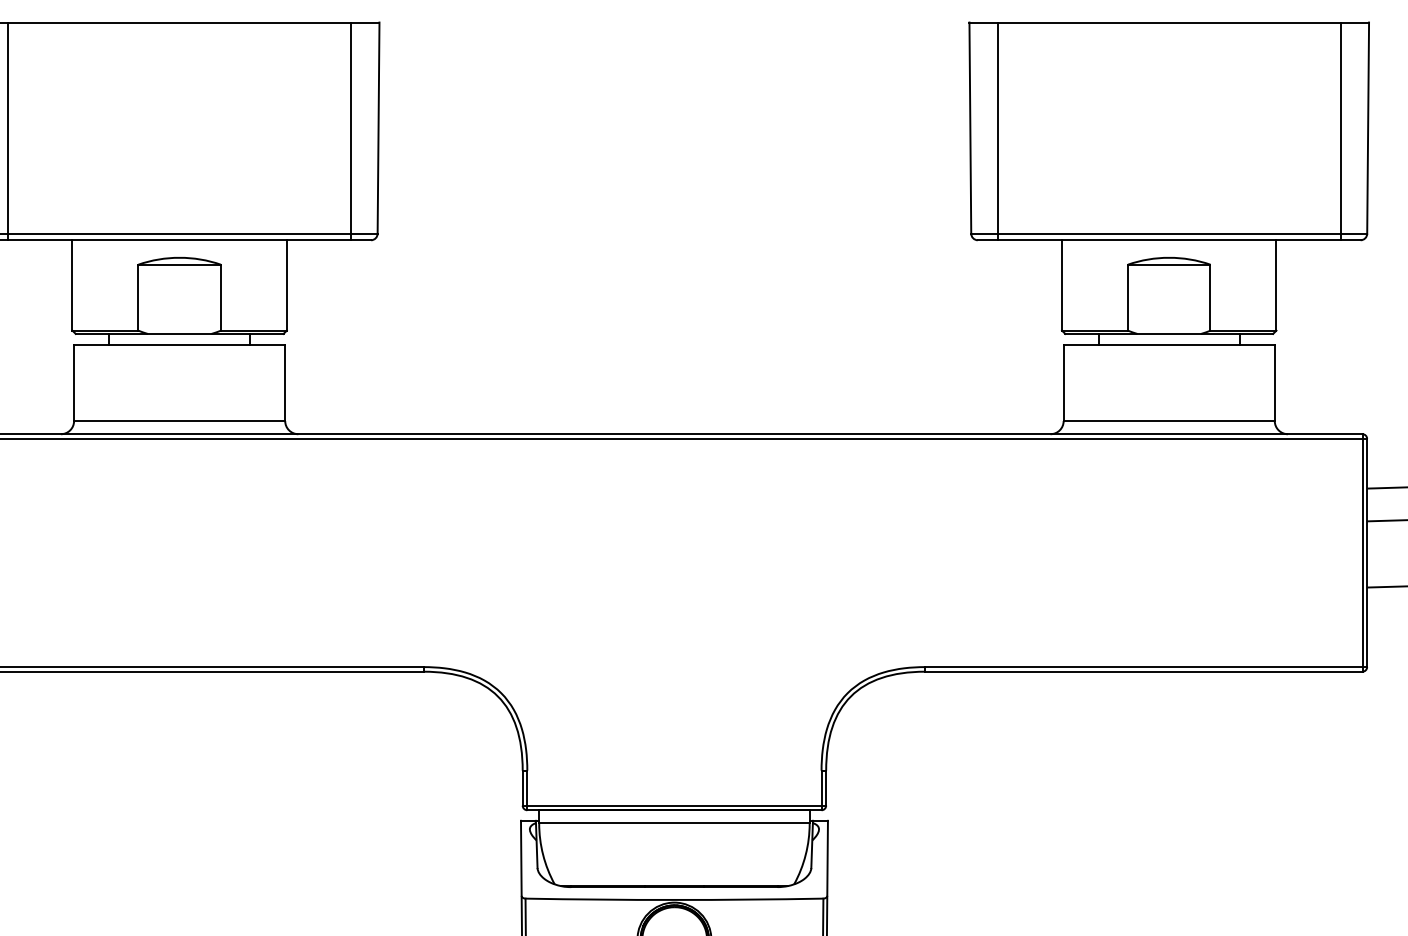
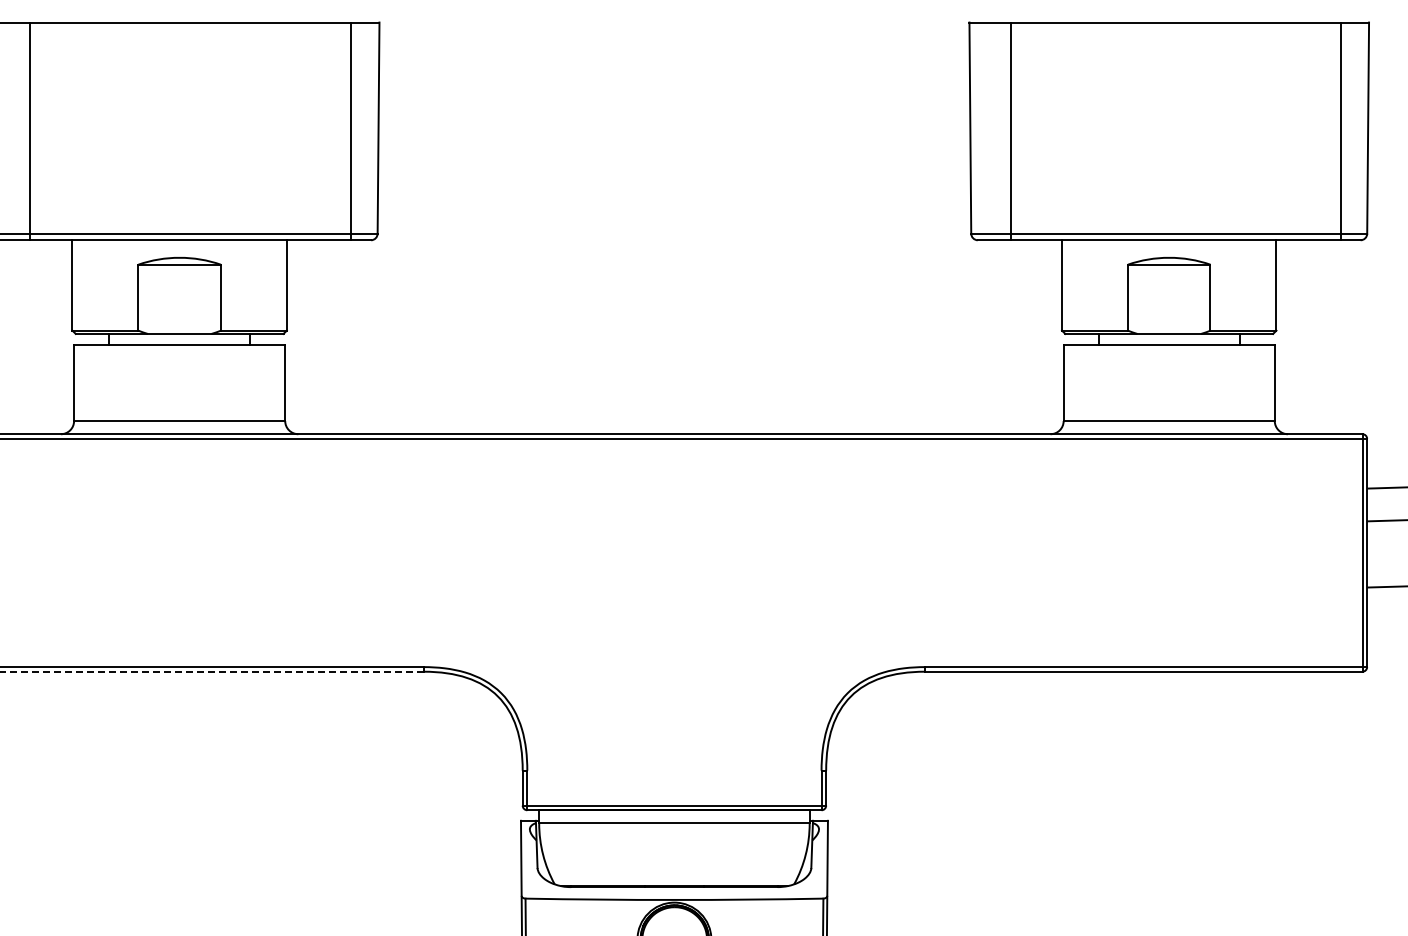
line at (8, 131) position: (8, 131) -> (30, 131)
line at (997, 131) position: (997, 131) -> (1010, 131)
line at (212, 671): solid -> dashed
